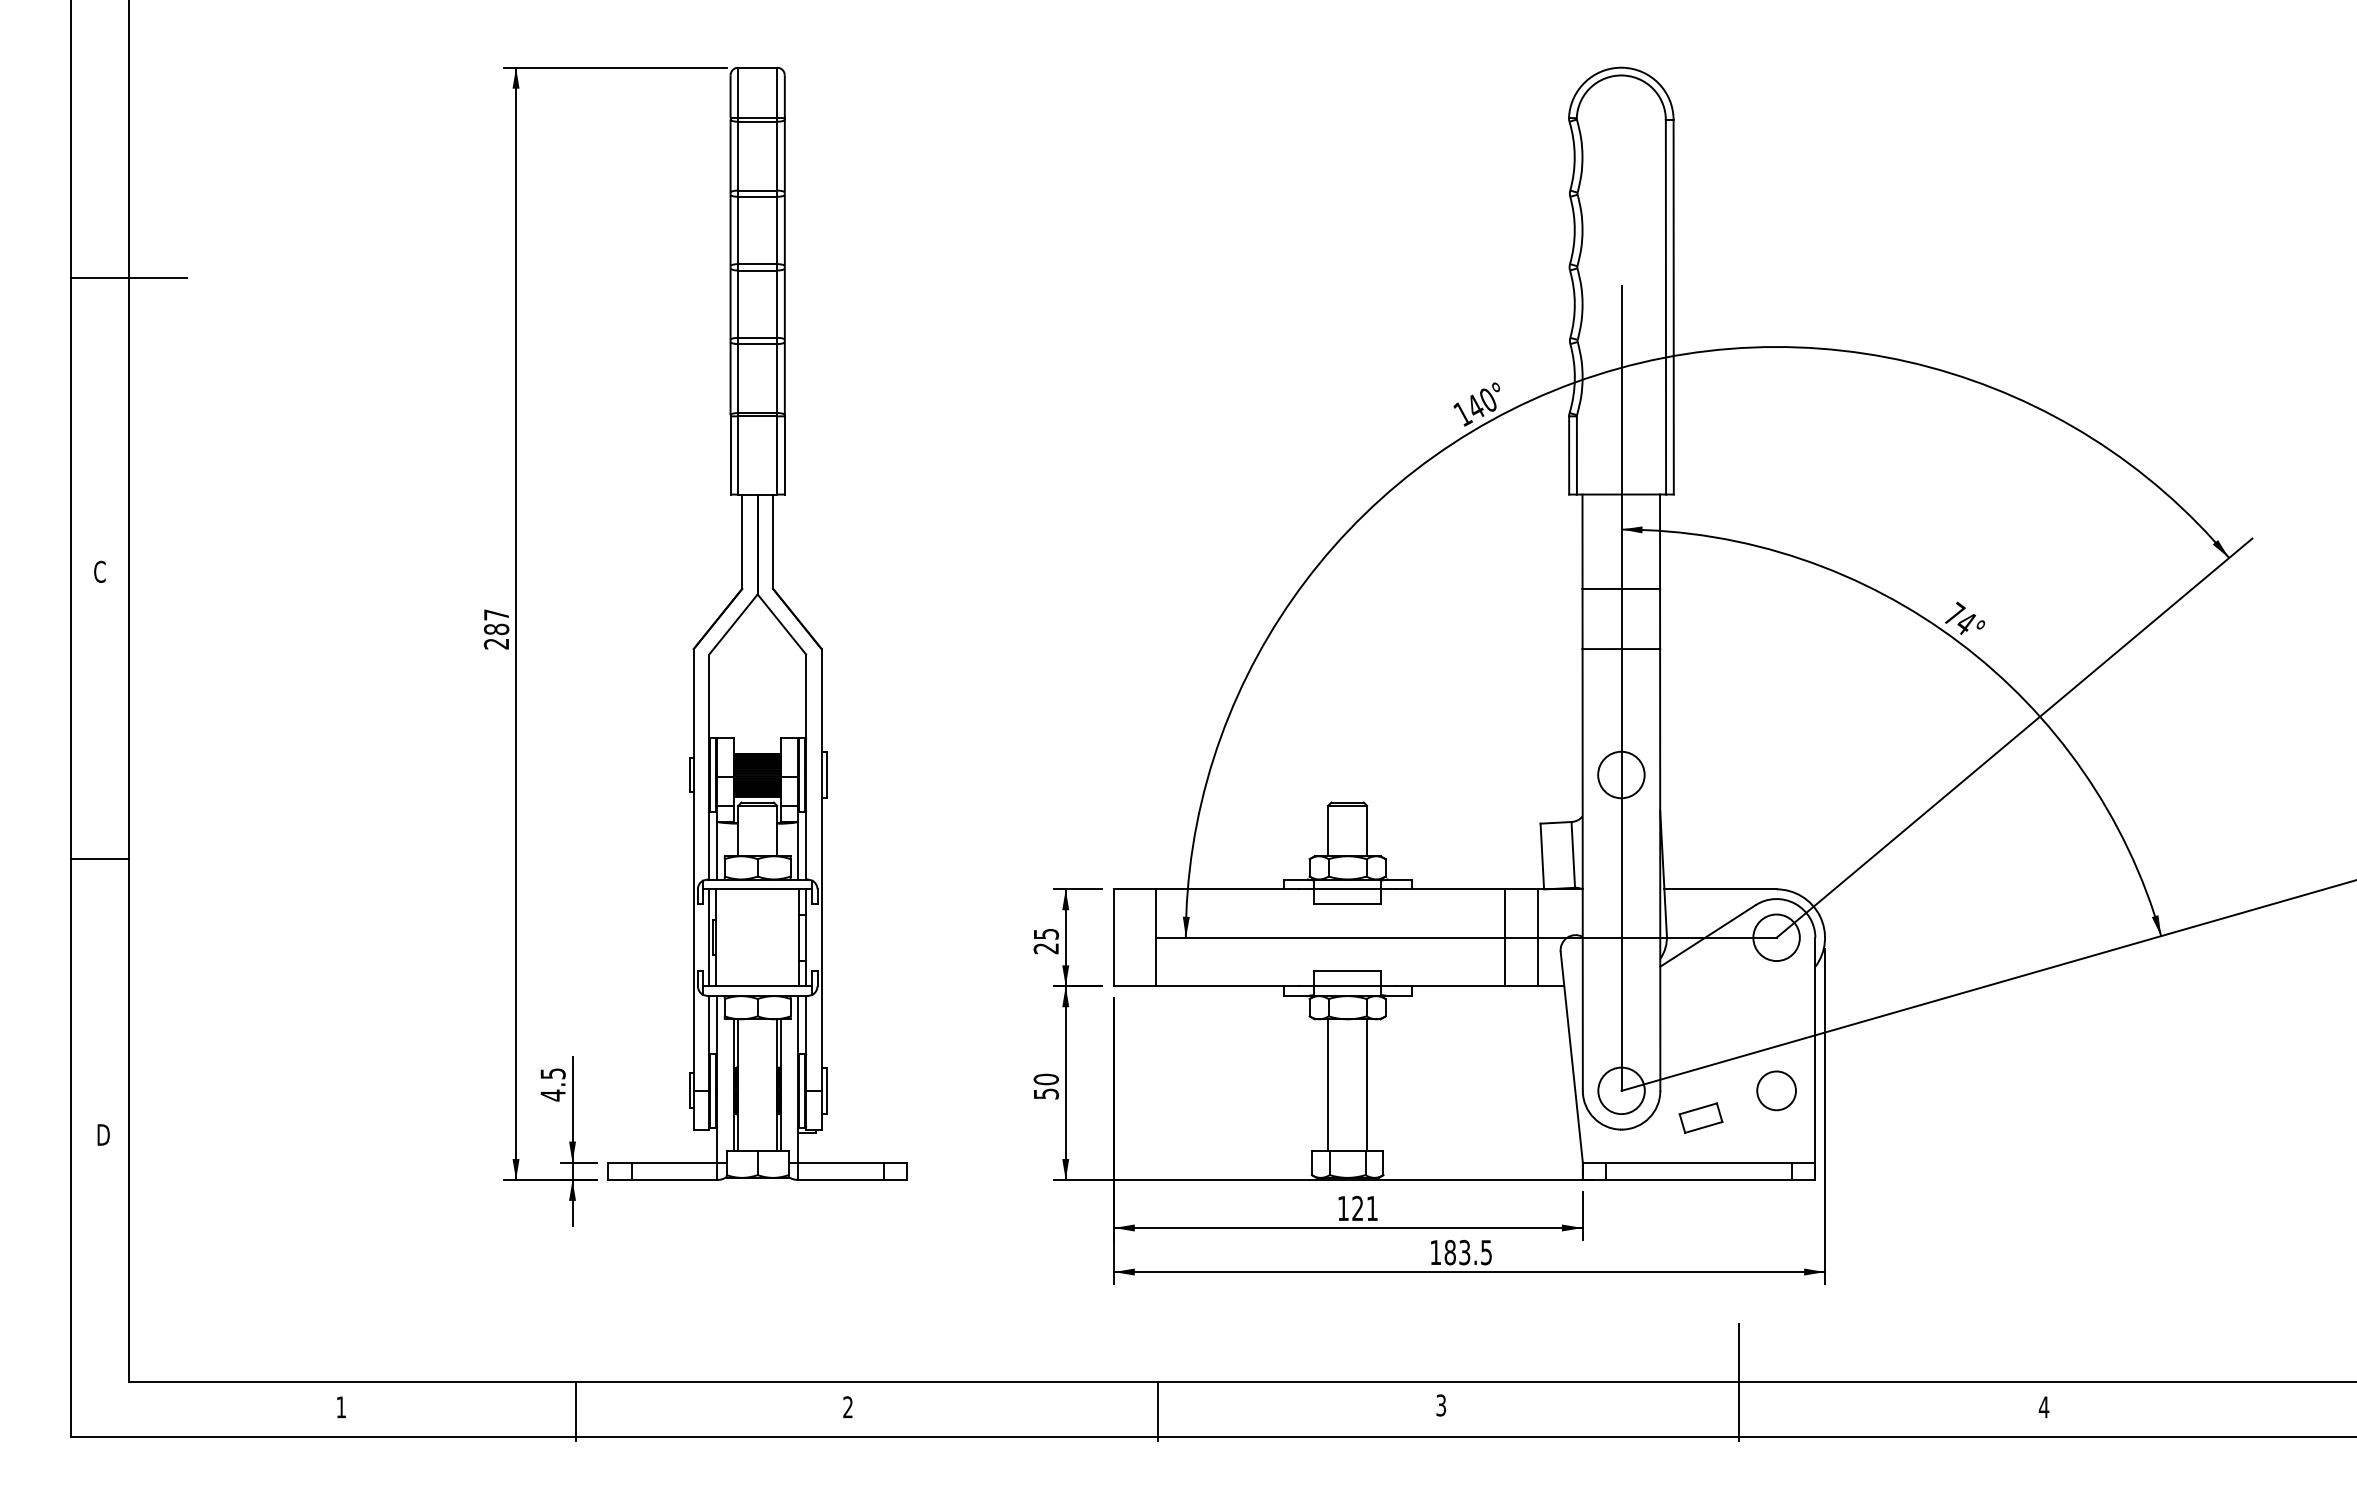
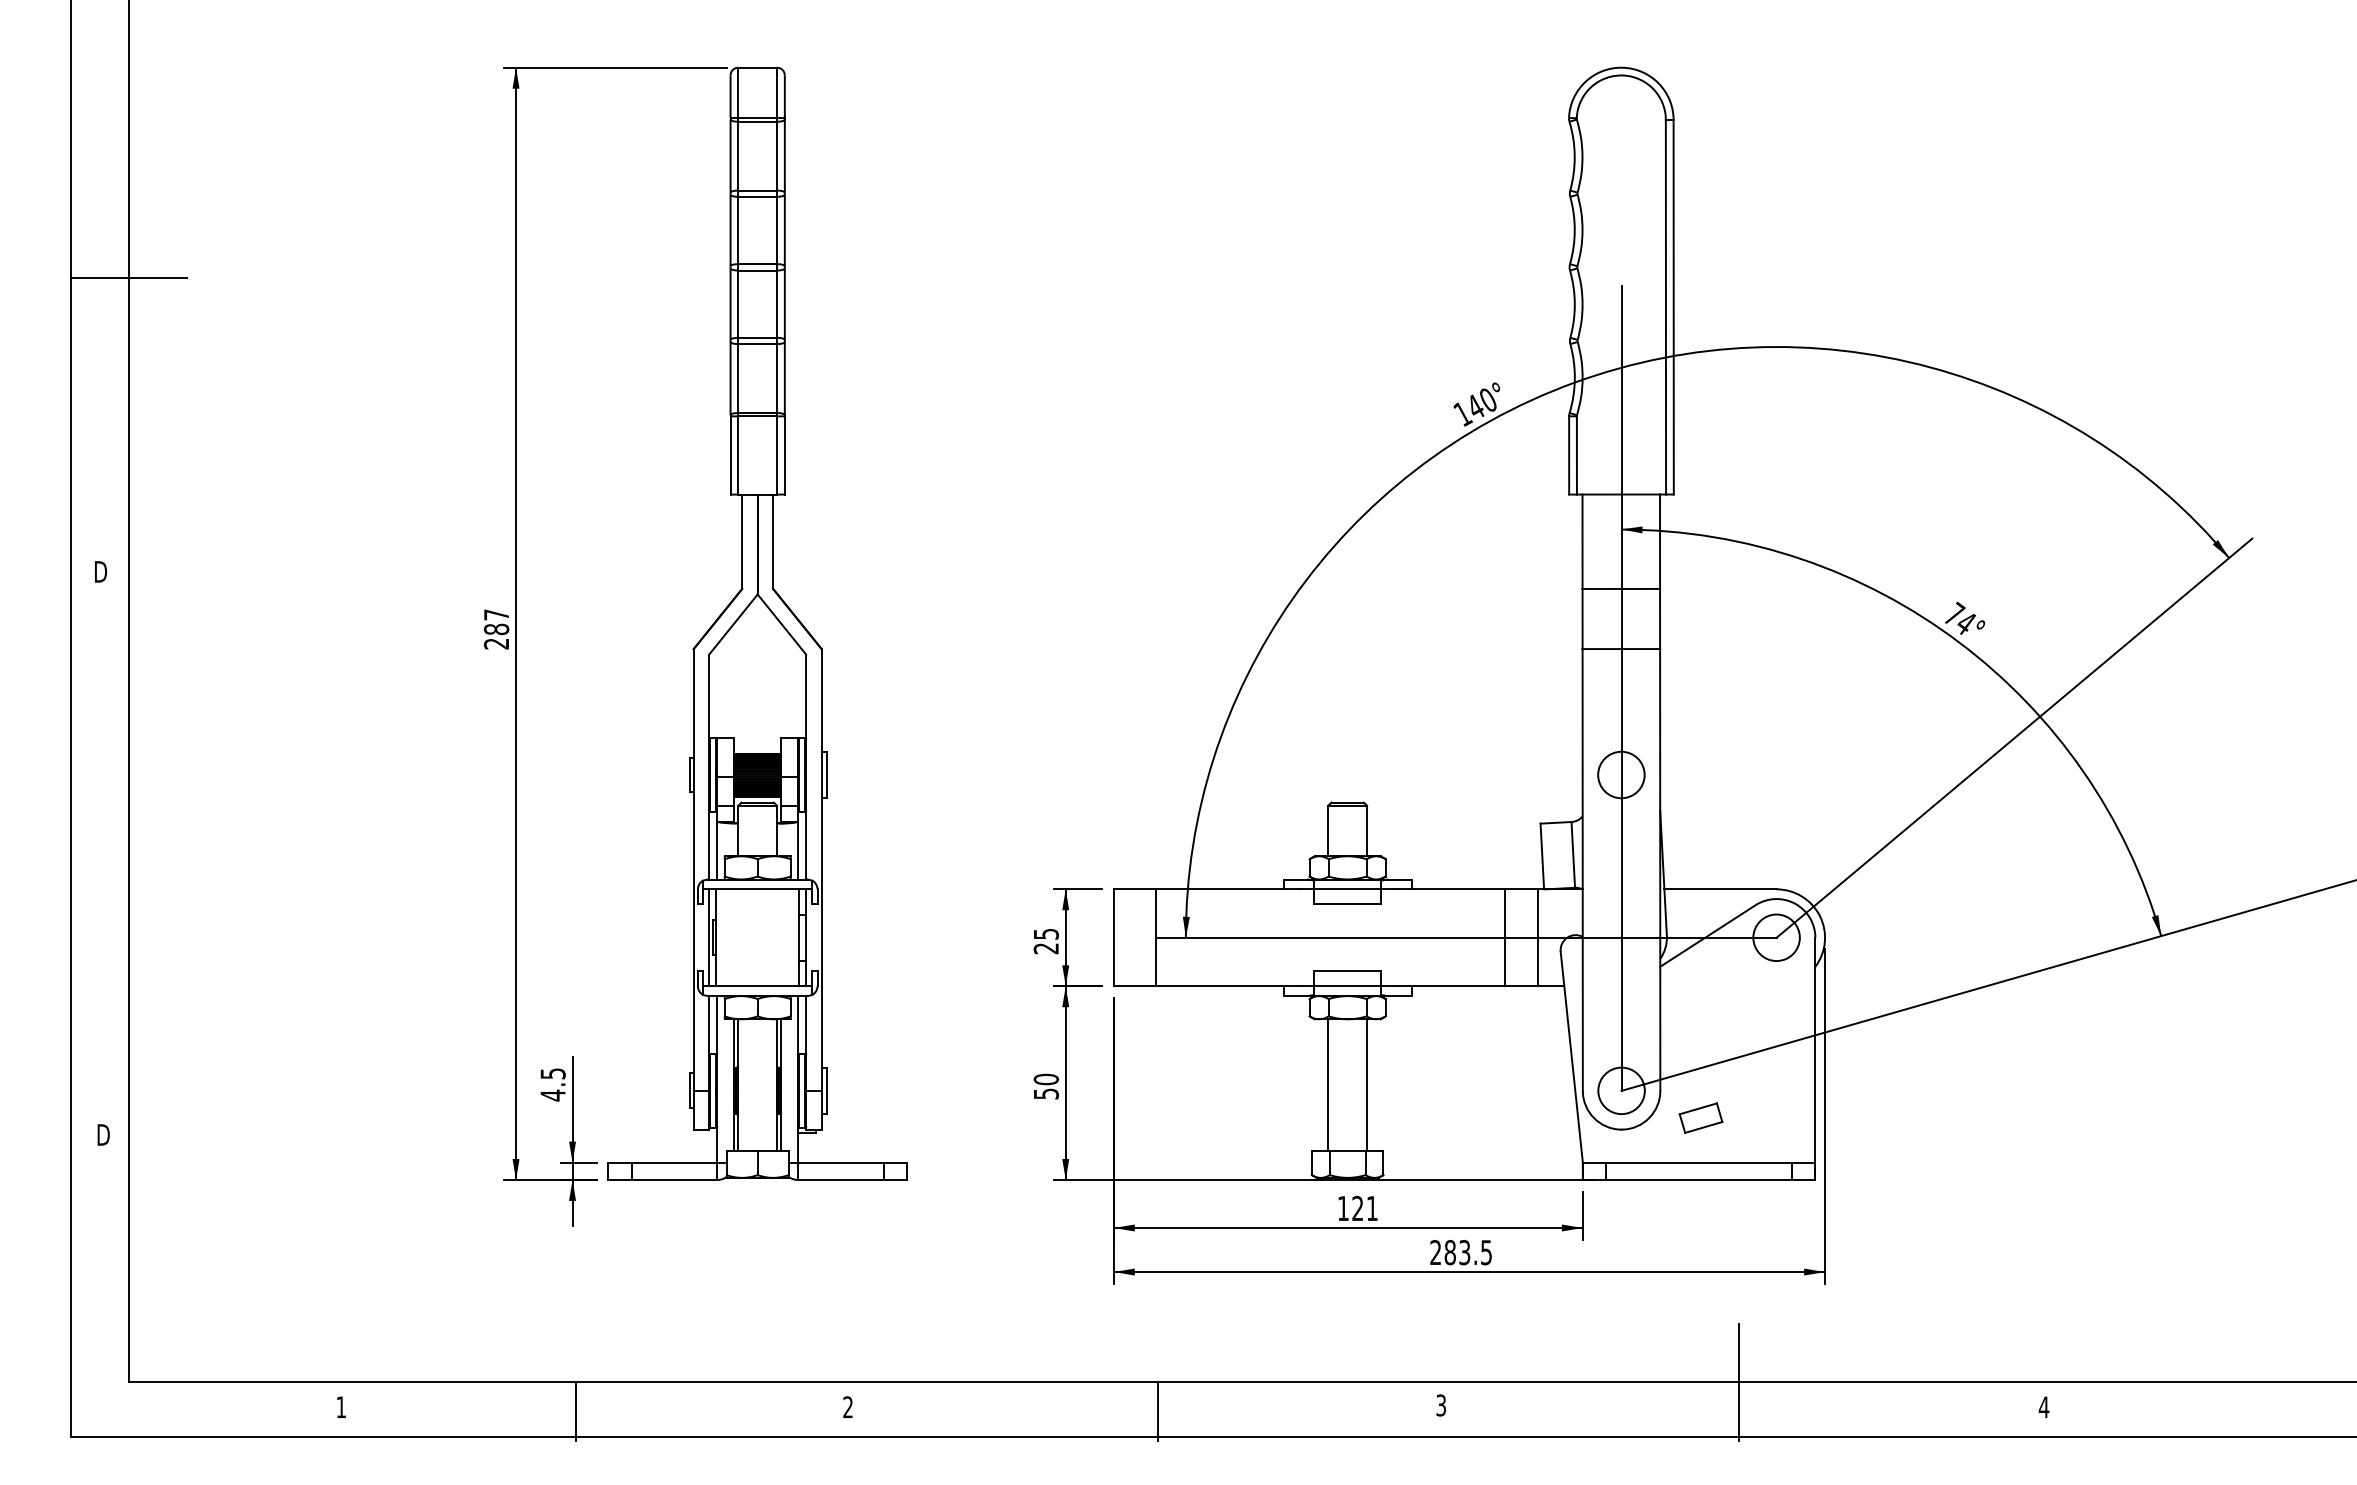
text at (100, 571): C -> D
line at (99, 859): present -> none
circle at (1776, 1090): present -> none
text at (1435, 1252): 183.5 -> 283.5
